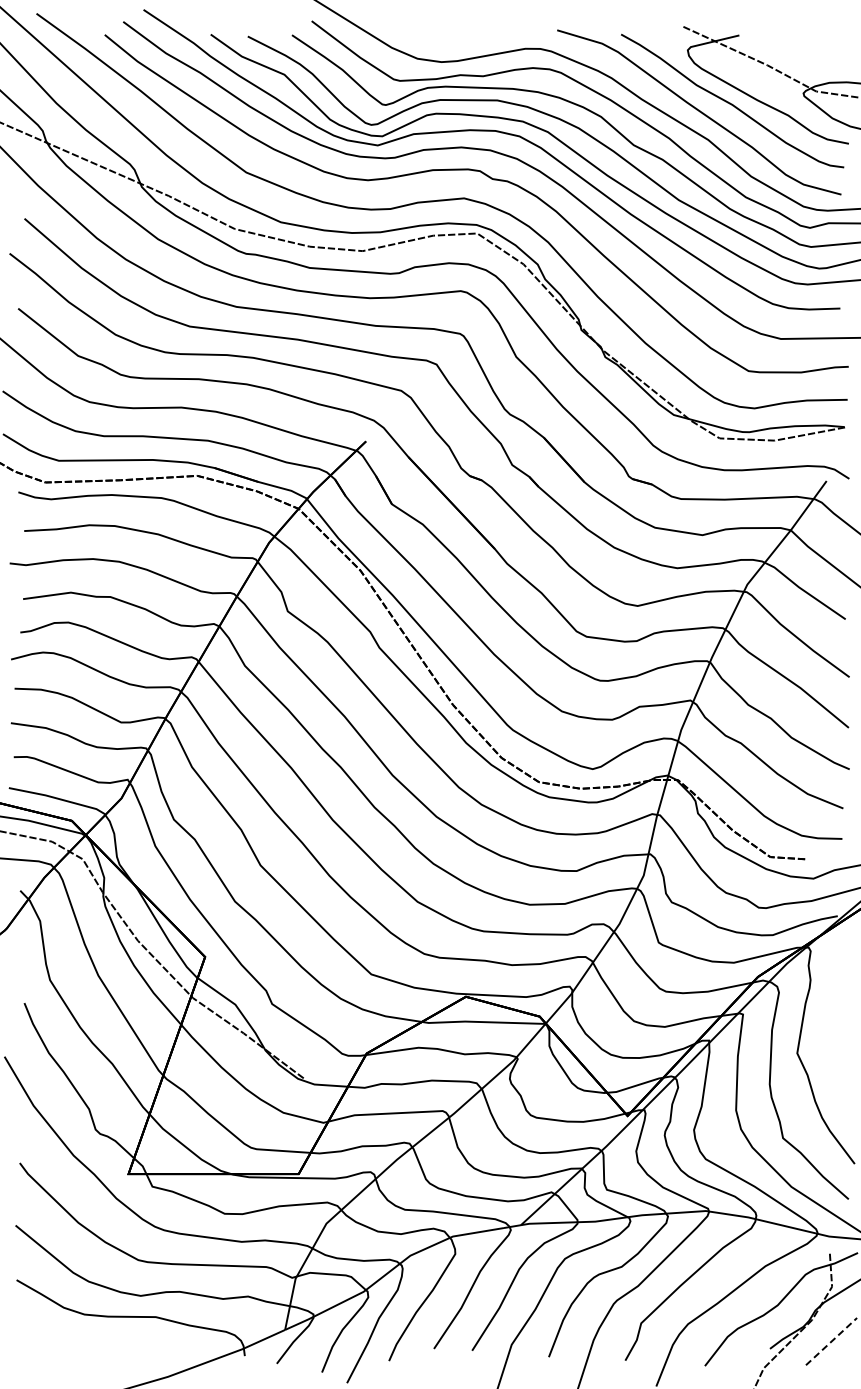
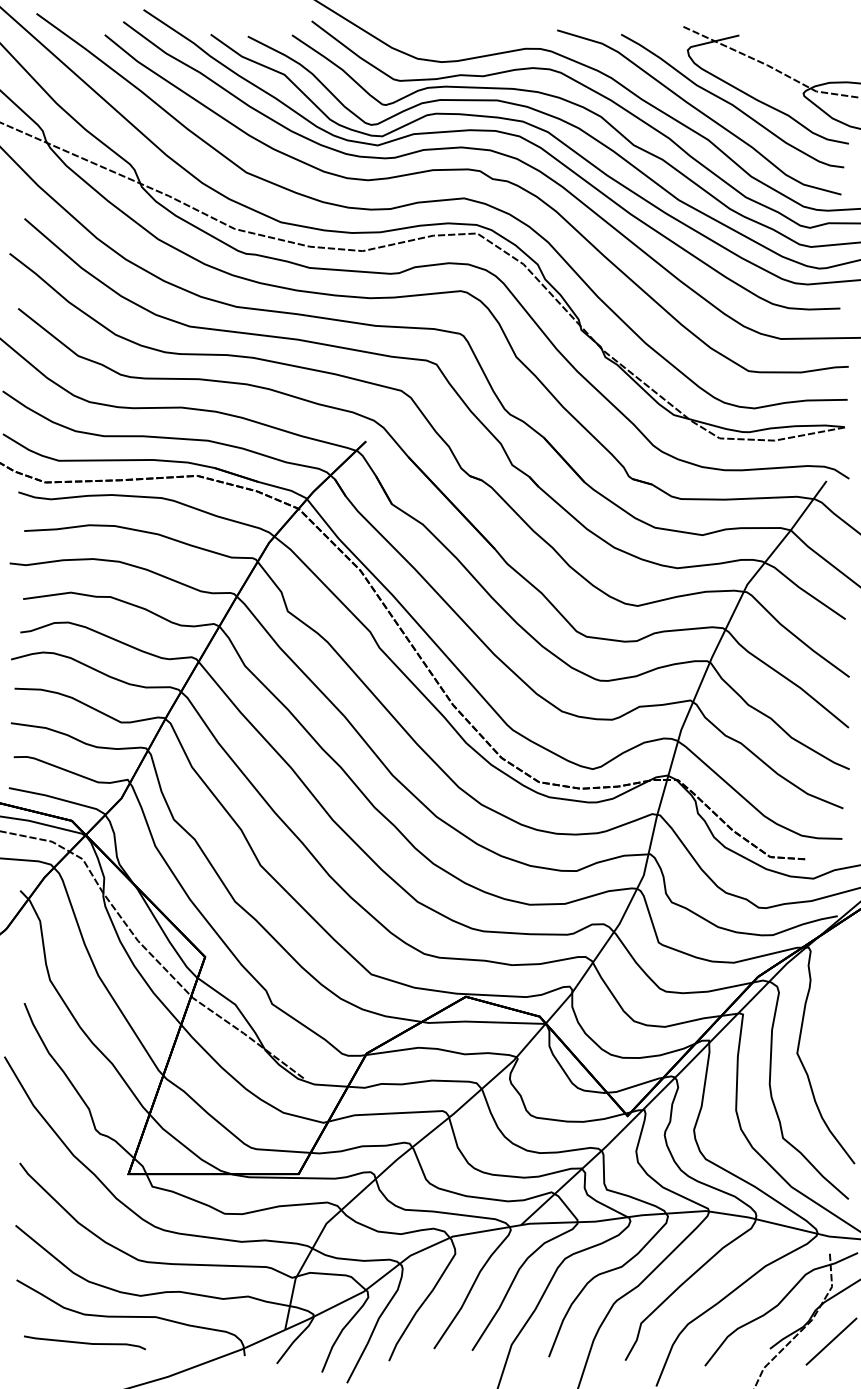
line at (831, 1341): dashed -> solid
curve at (84, 1342): none -> present
